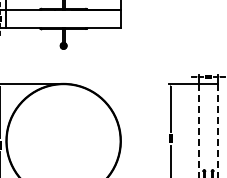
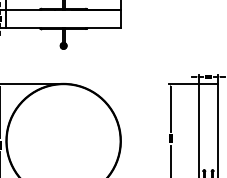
line at (199, 130): dashed -> solid
line at (217, 130): dashed -> solid
